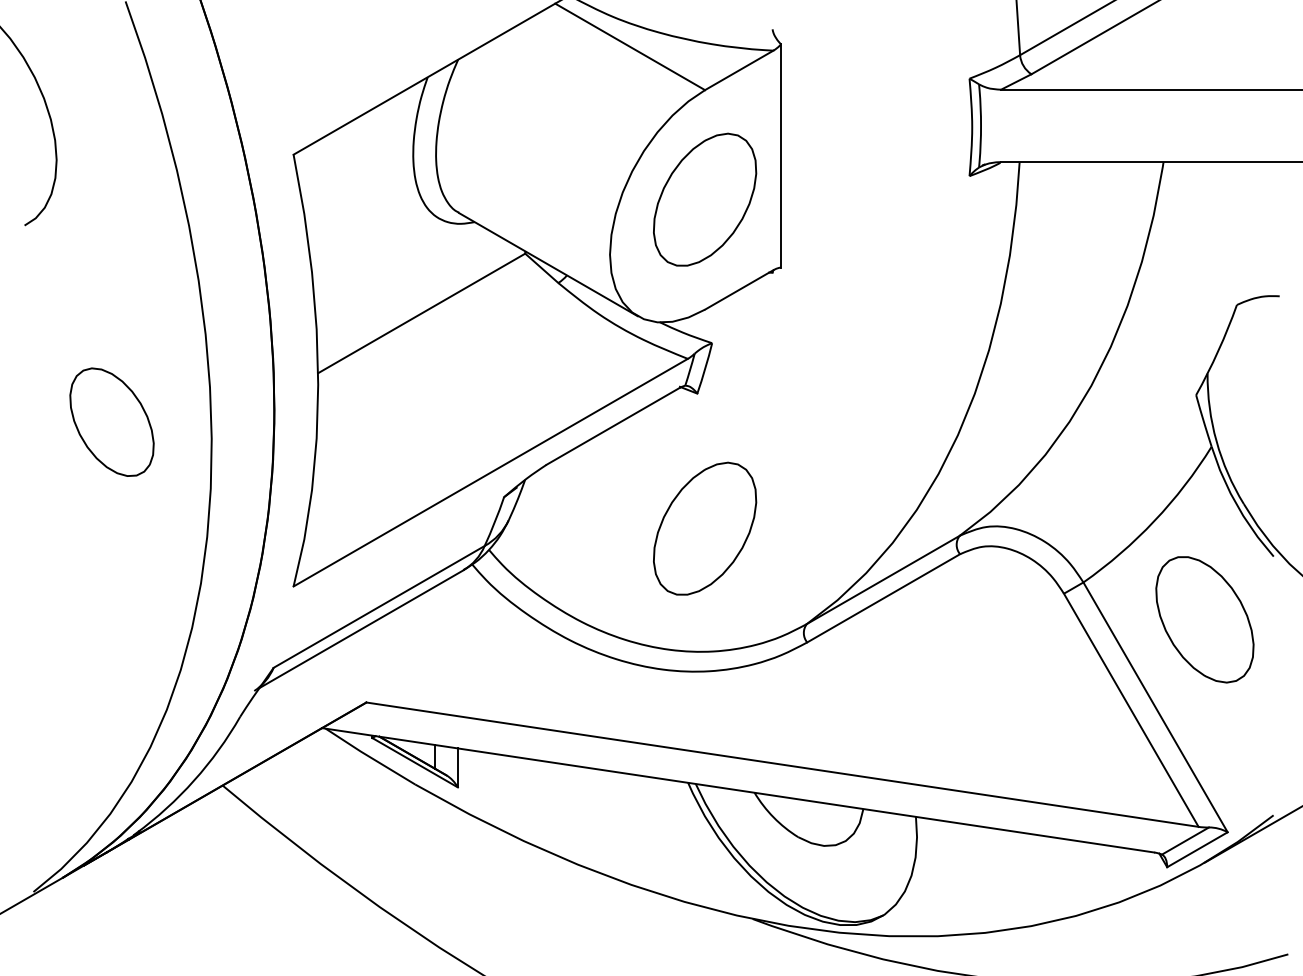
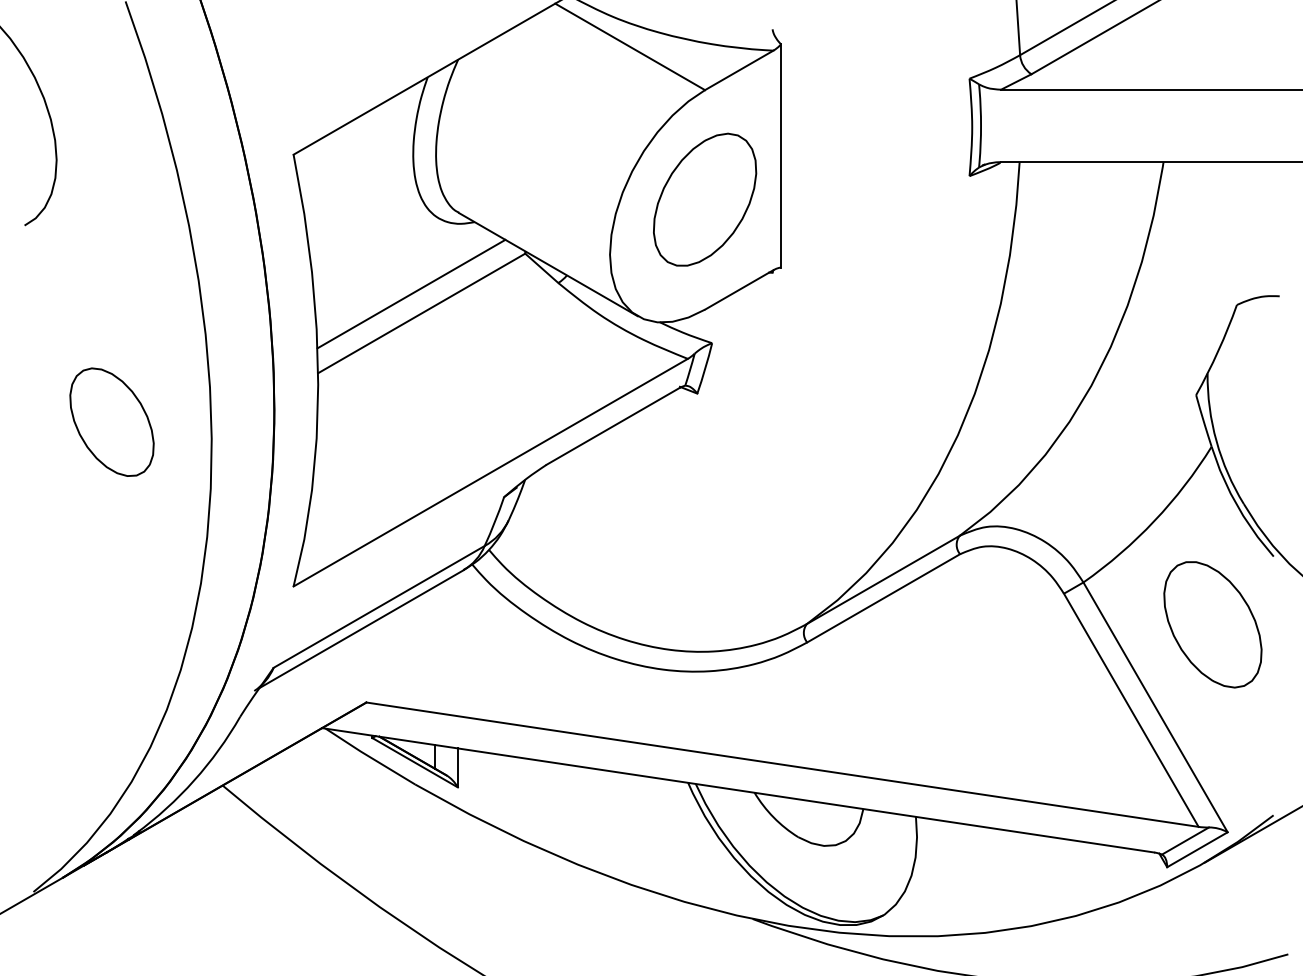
line at (411, 293): none -> present
part at (705, 528): present -> none
part at (1204, 619) position: (1204, 619) -> (1212, 624)
